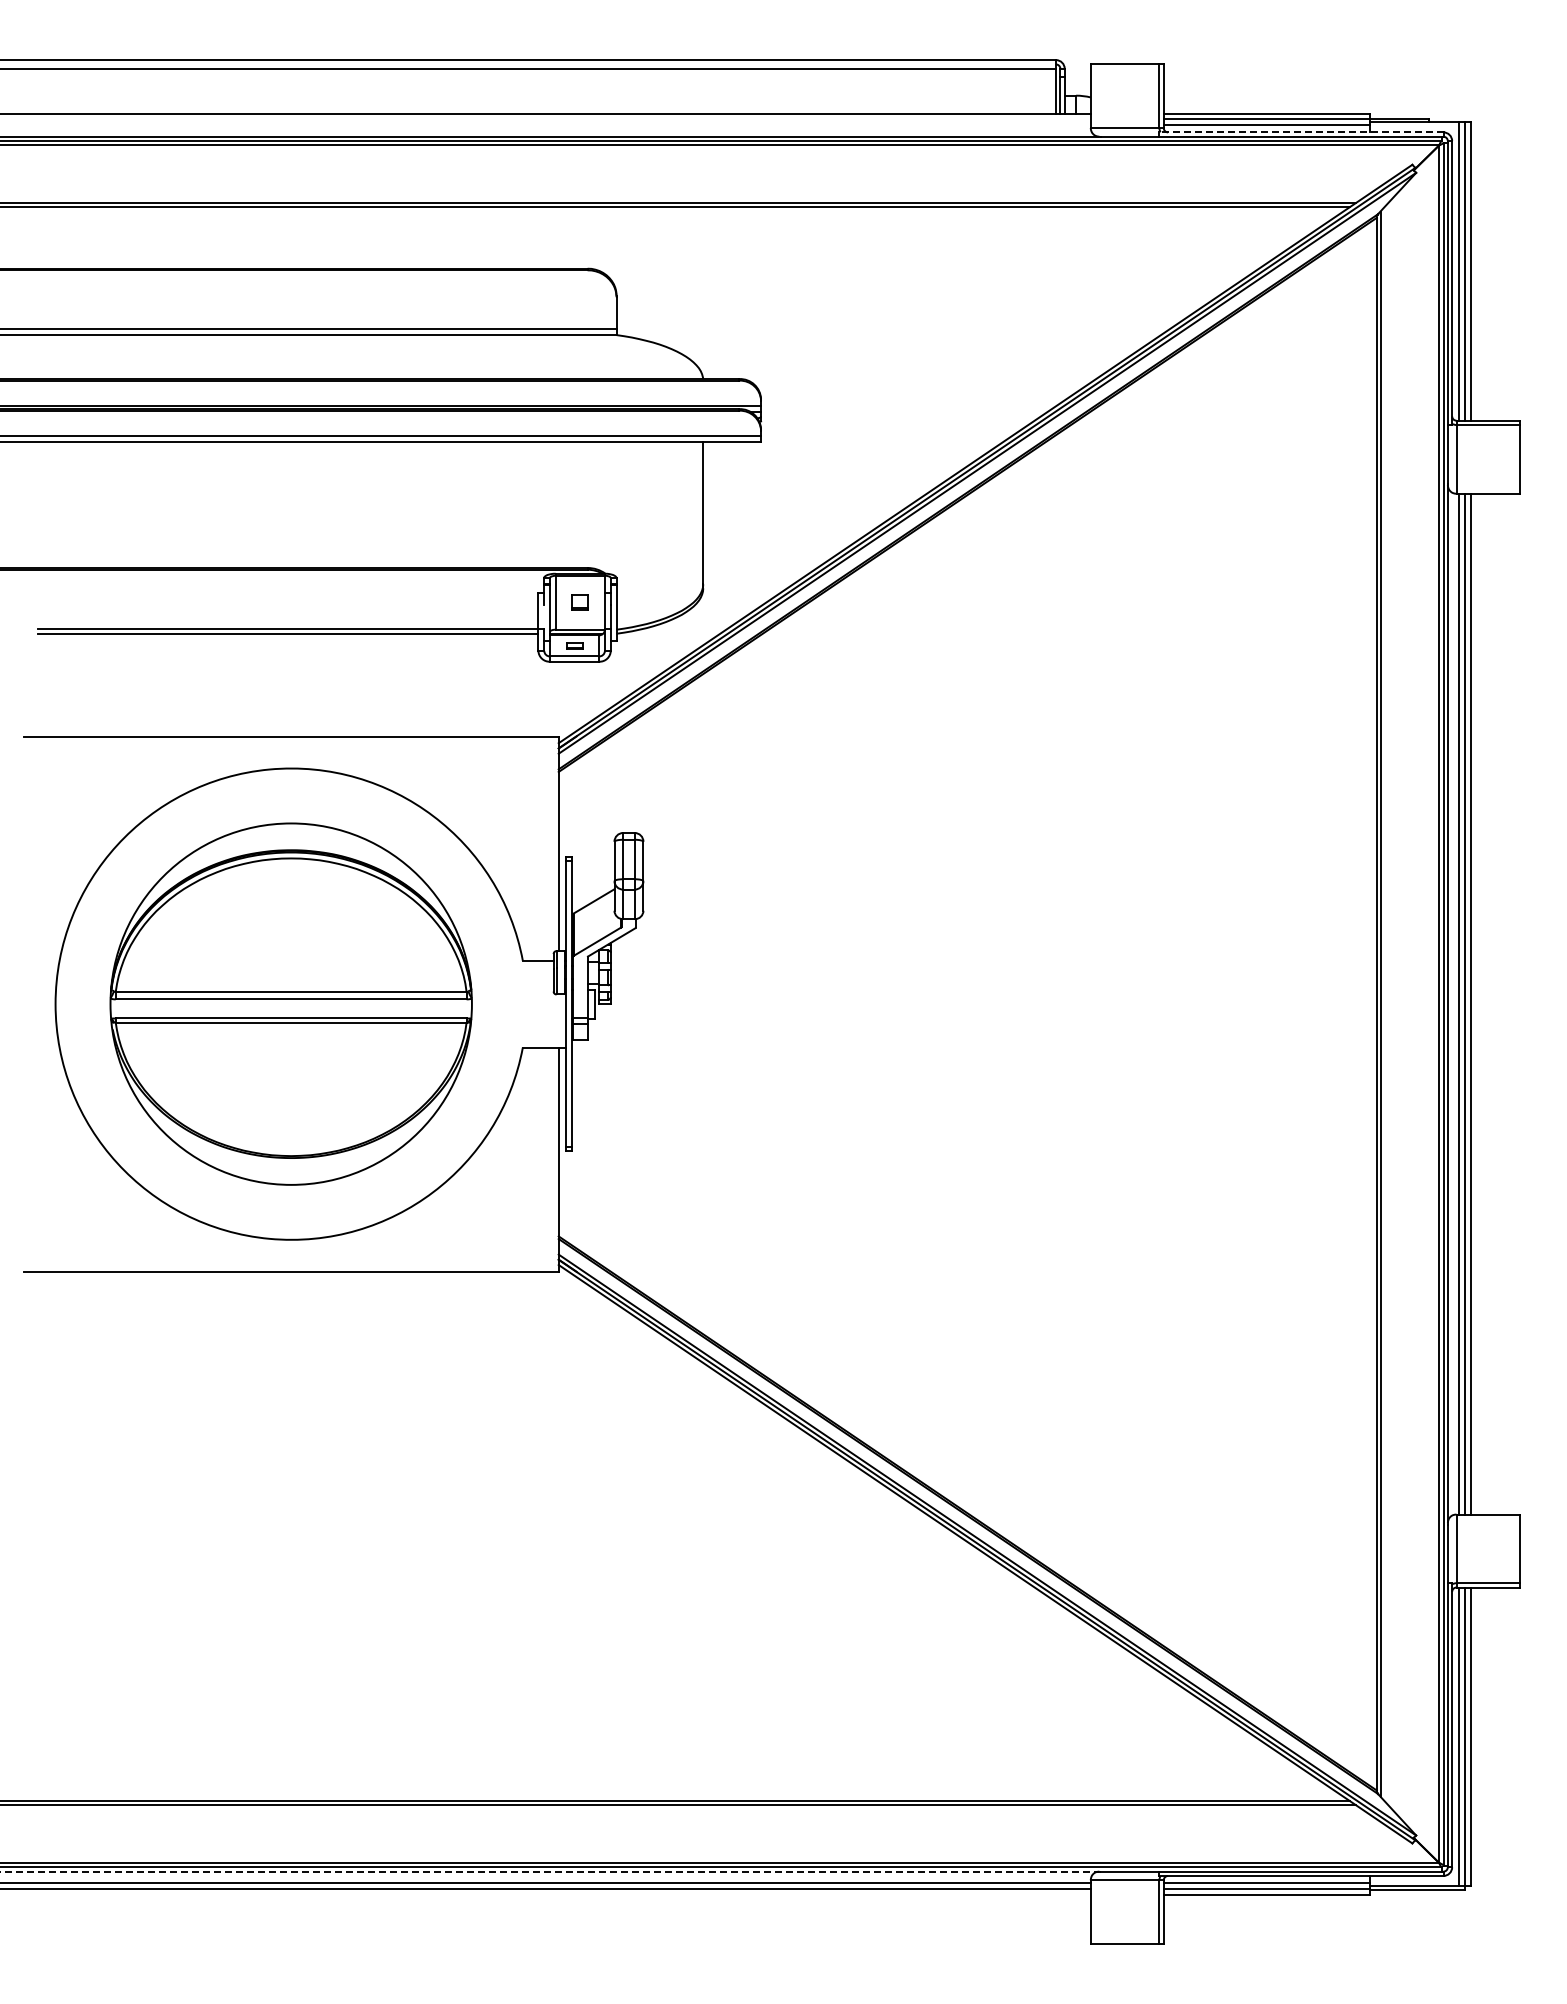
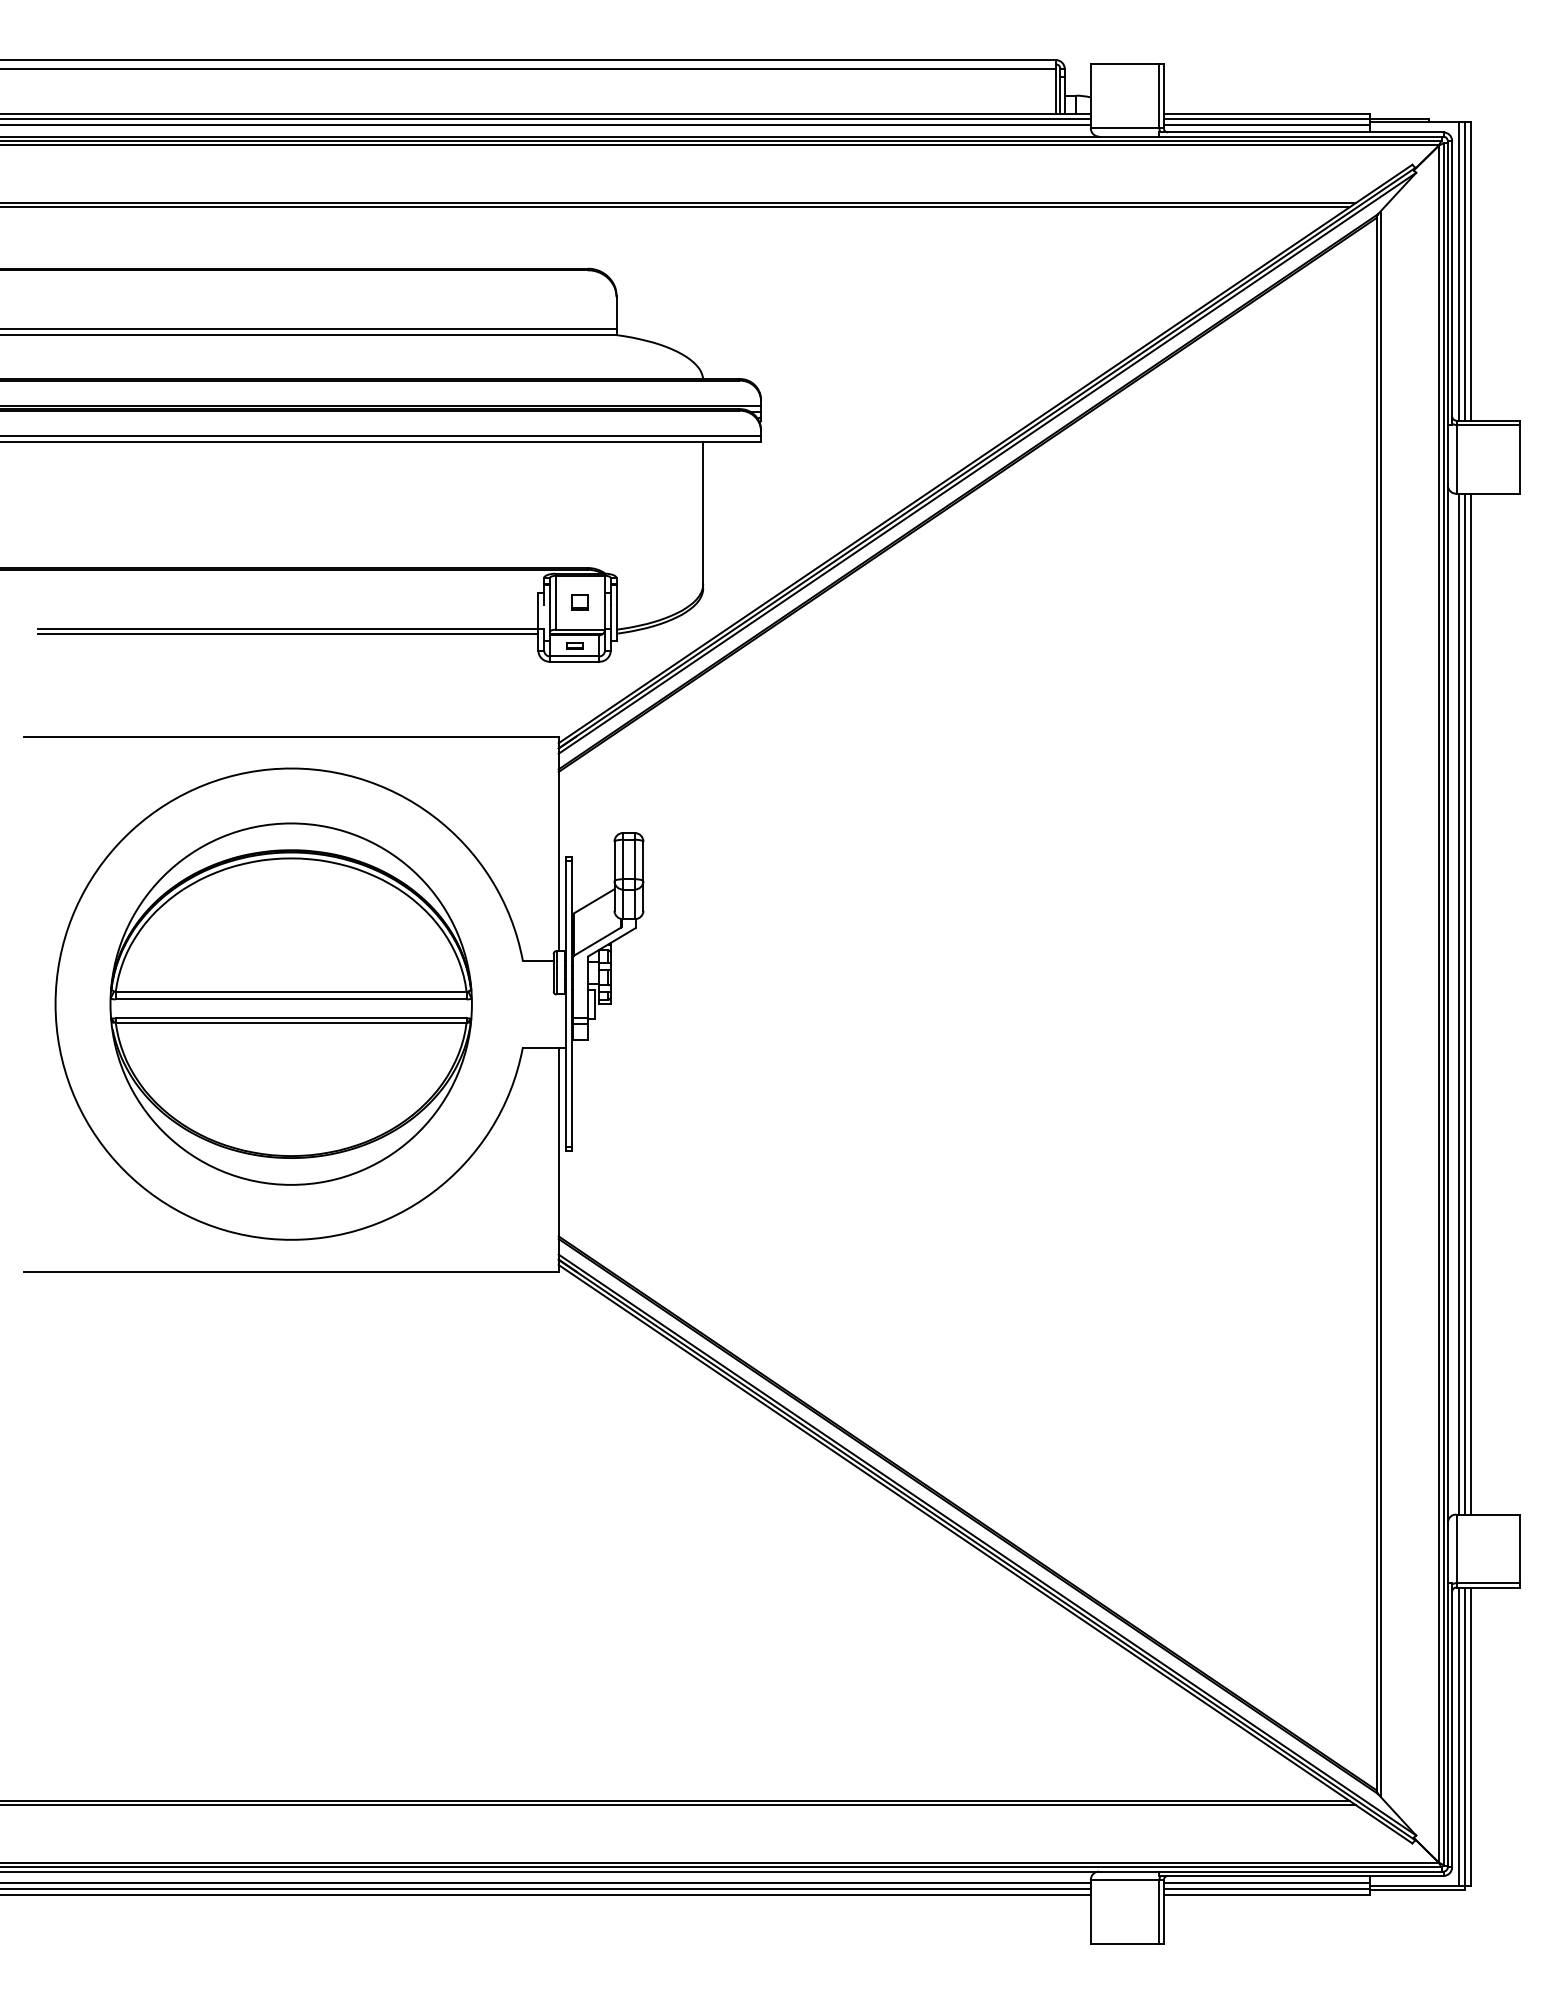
line at (546, 119): none -> present
line at (546, 125): none -> present
line at (1300, 132): dashed -> solid
line at (550, 1871): dashed -> solid
line at (546, 1894): none -> present
